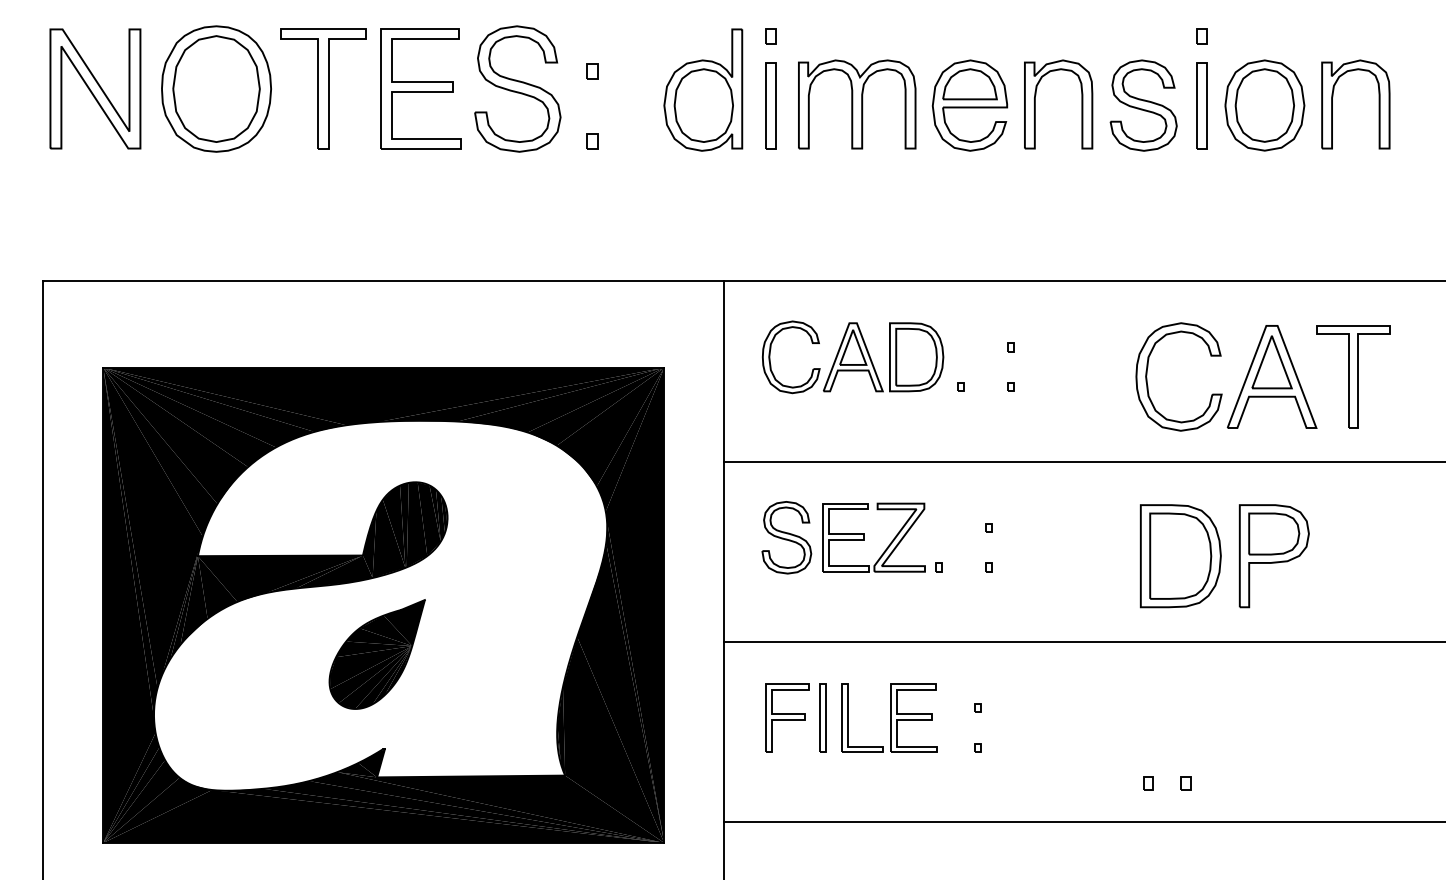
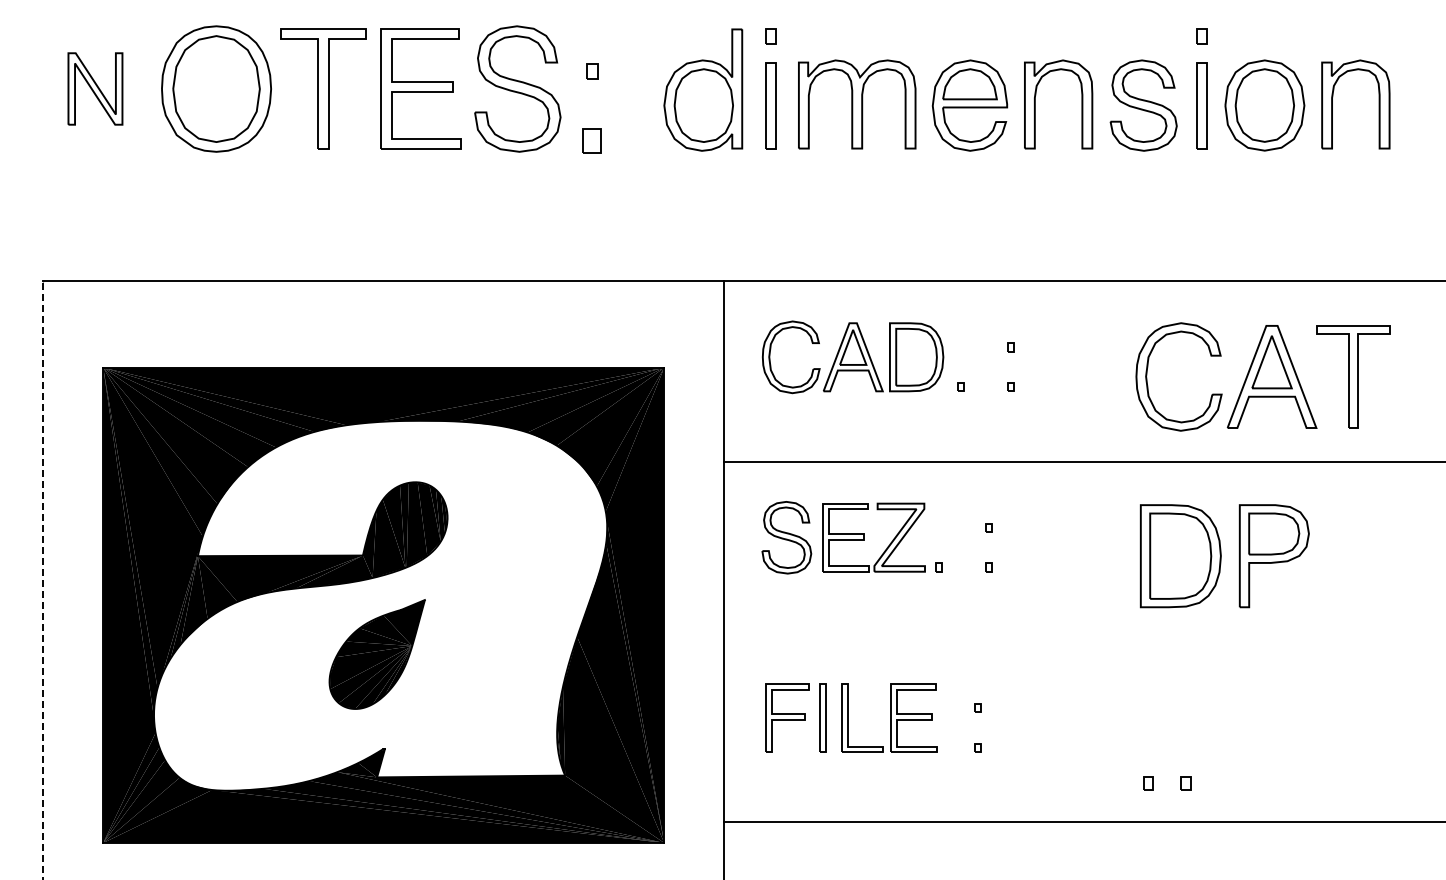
part at (95, 88) size: 93x122 px -> 57x74 px
part at (592, 141) size: 13x17 px -> 20x26 px
line at (43, 579): solid -> dashed
line at (1083, 641): present -> none
